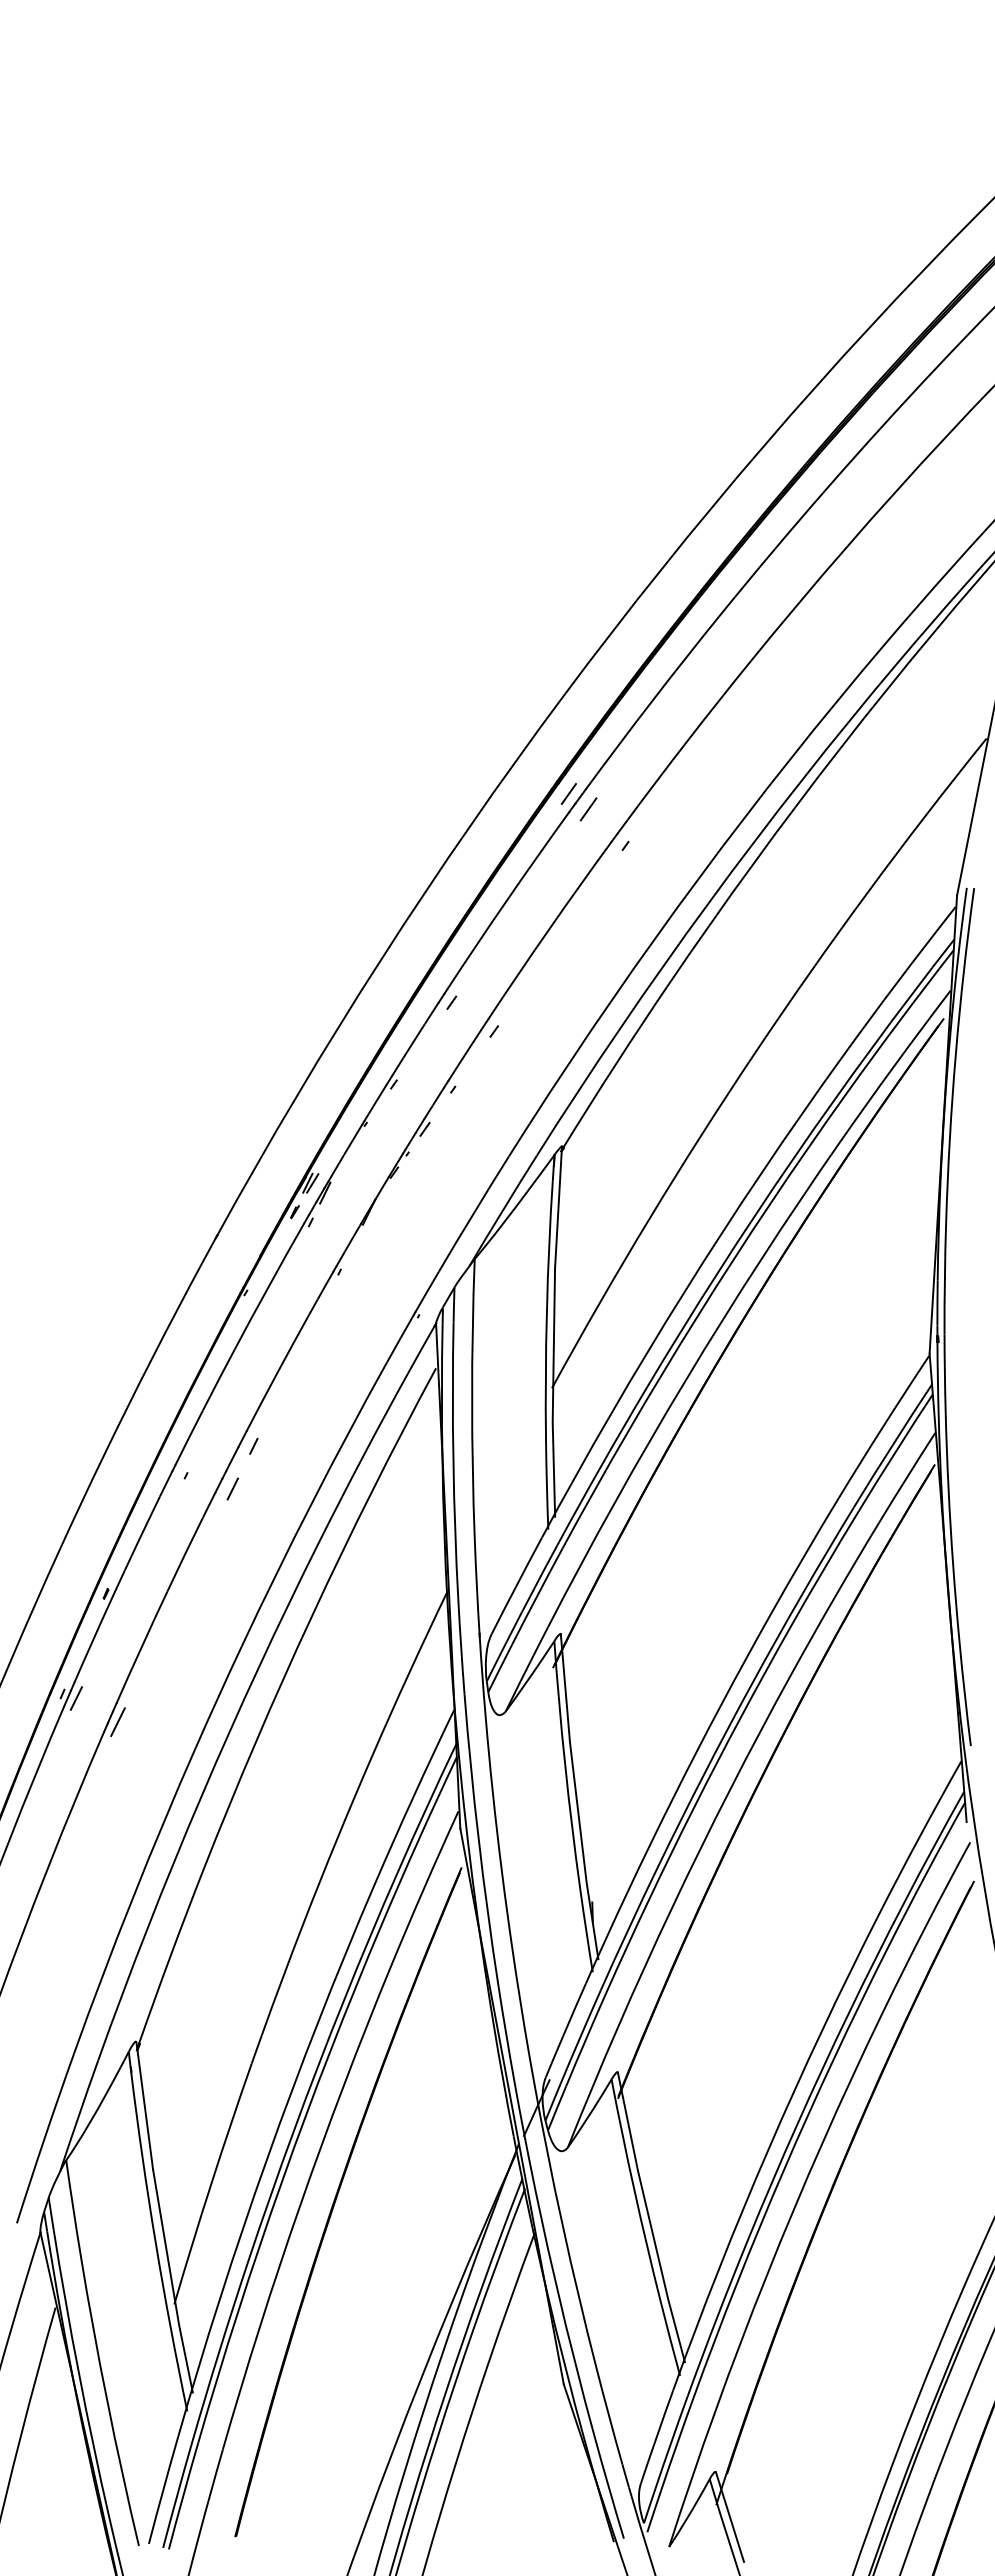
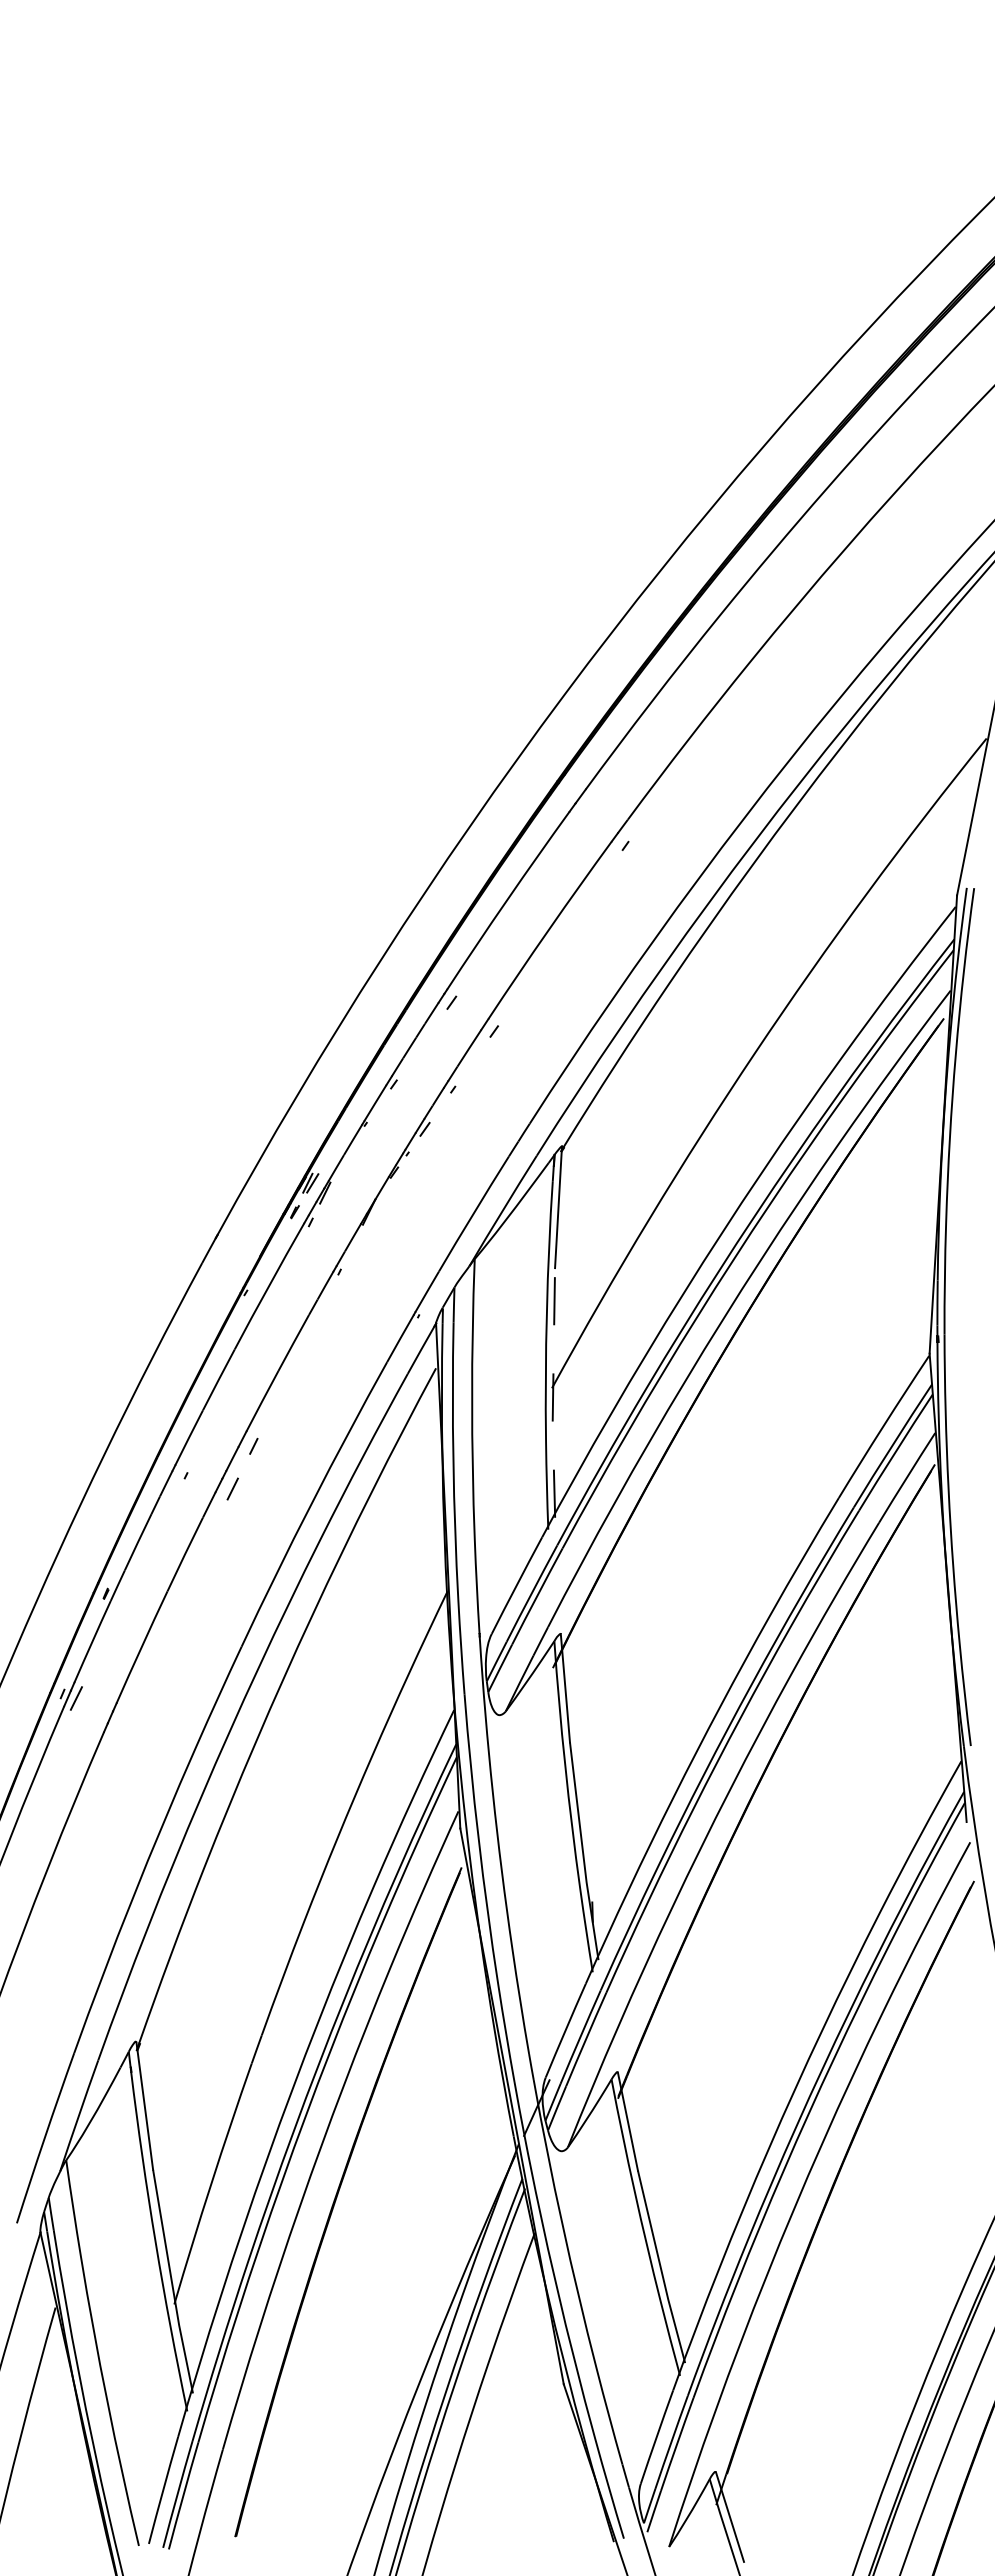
line at (568, 793): present -> none
line at (588, 809): present -> none
line at (553, 1393): solid -> dashed
line at (117, 1721): present -> none
